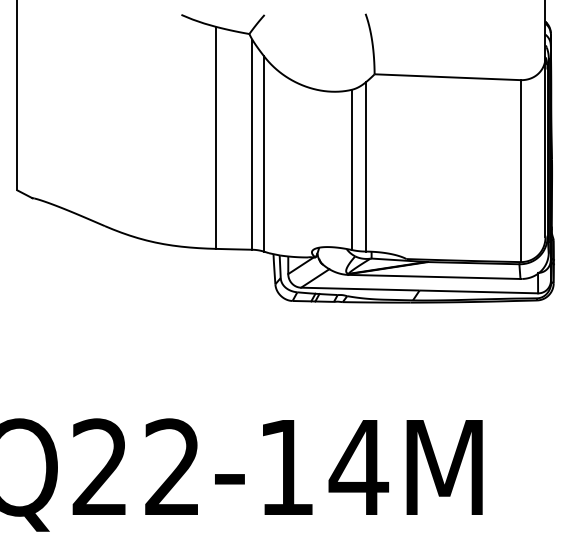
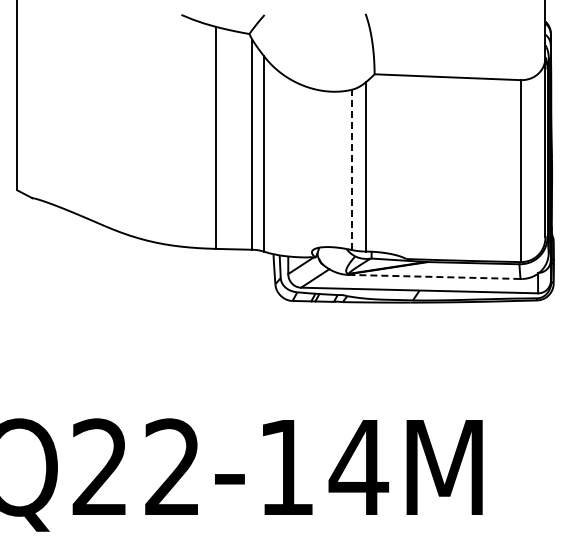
line at (352, 169): solid -> dashed
line at (434, 276): solid -> dashed
